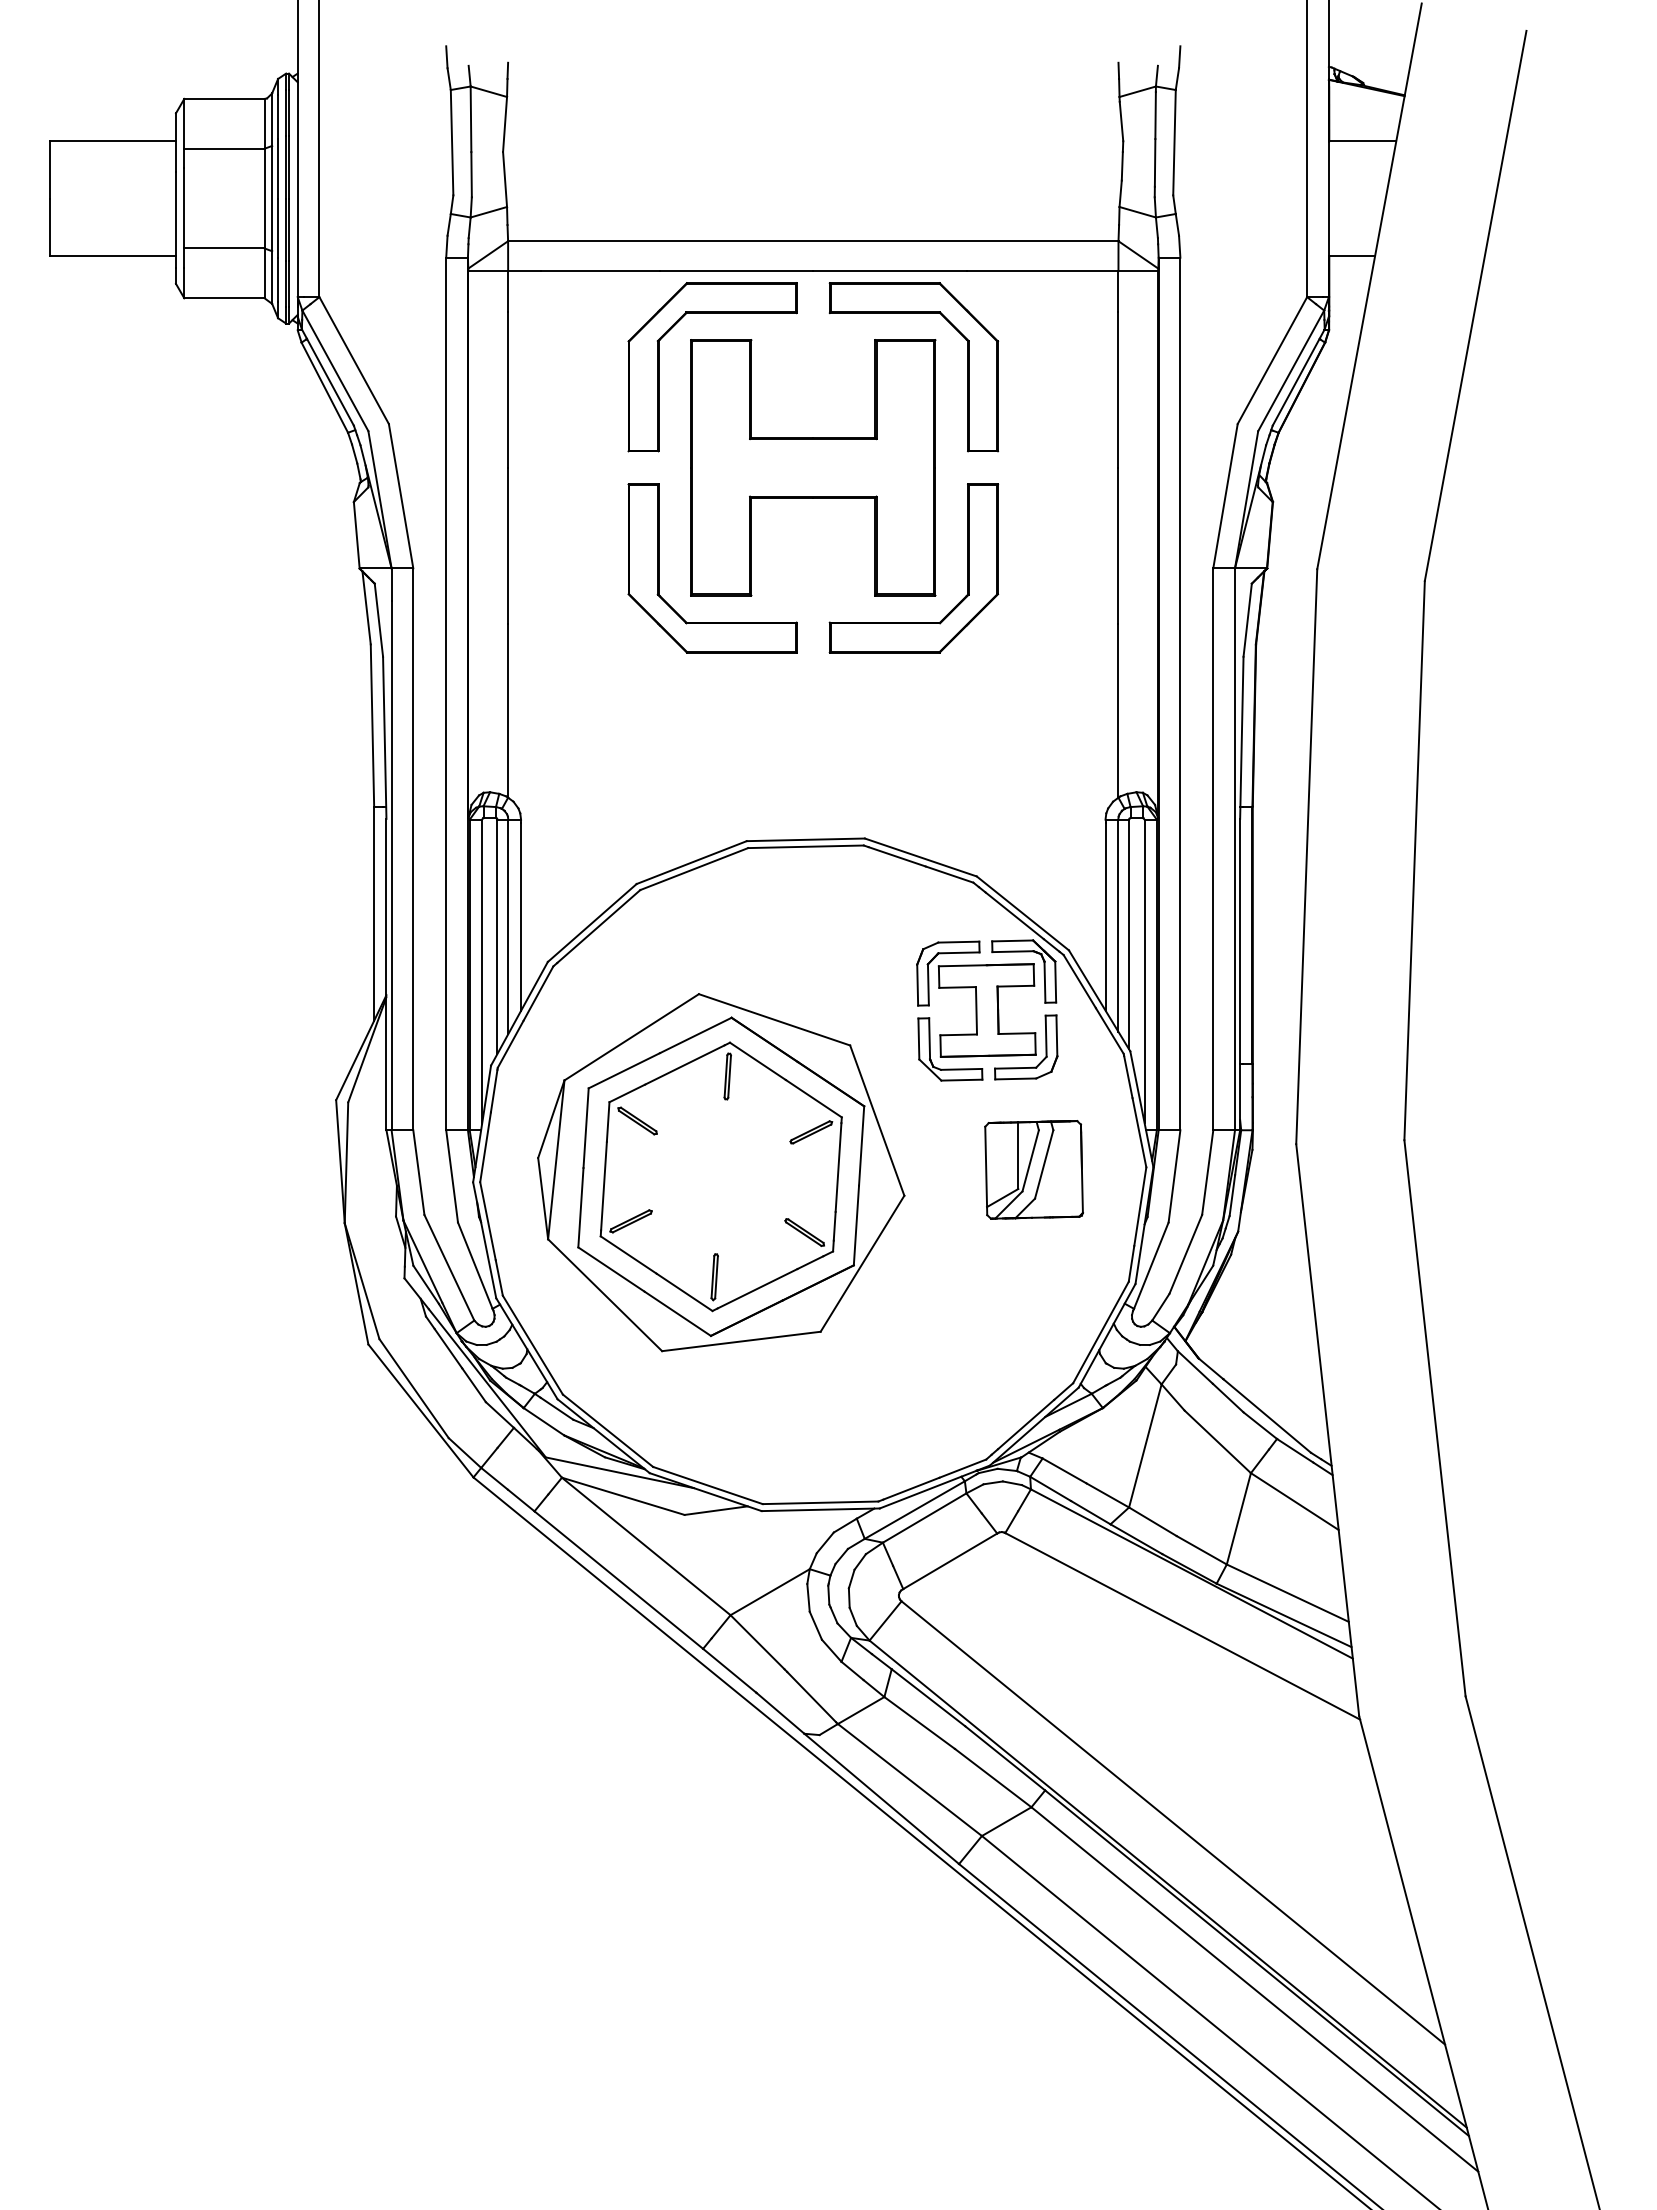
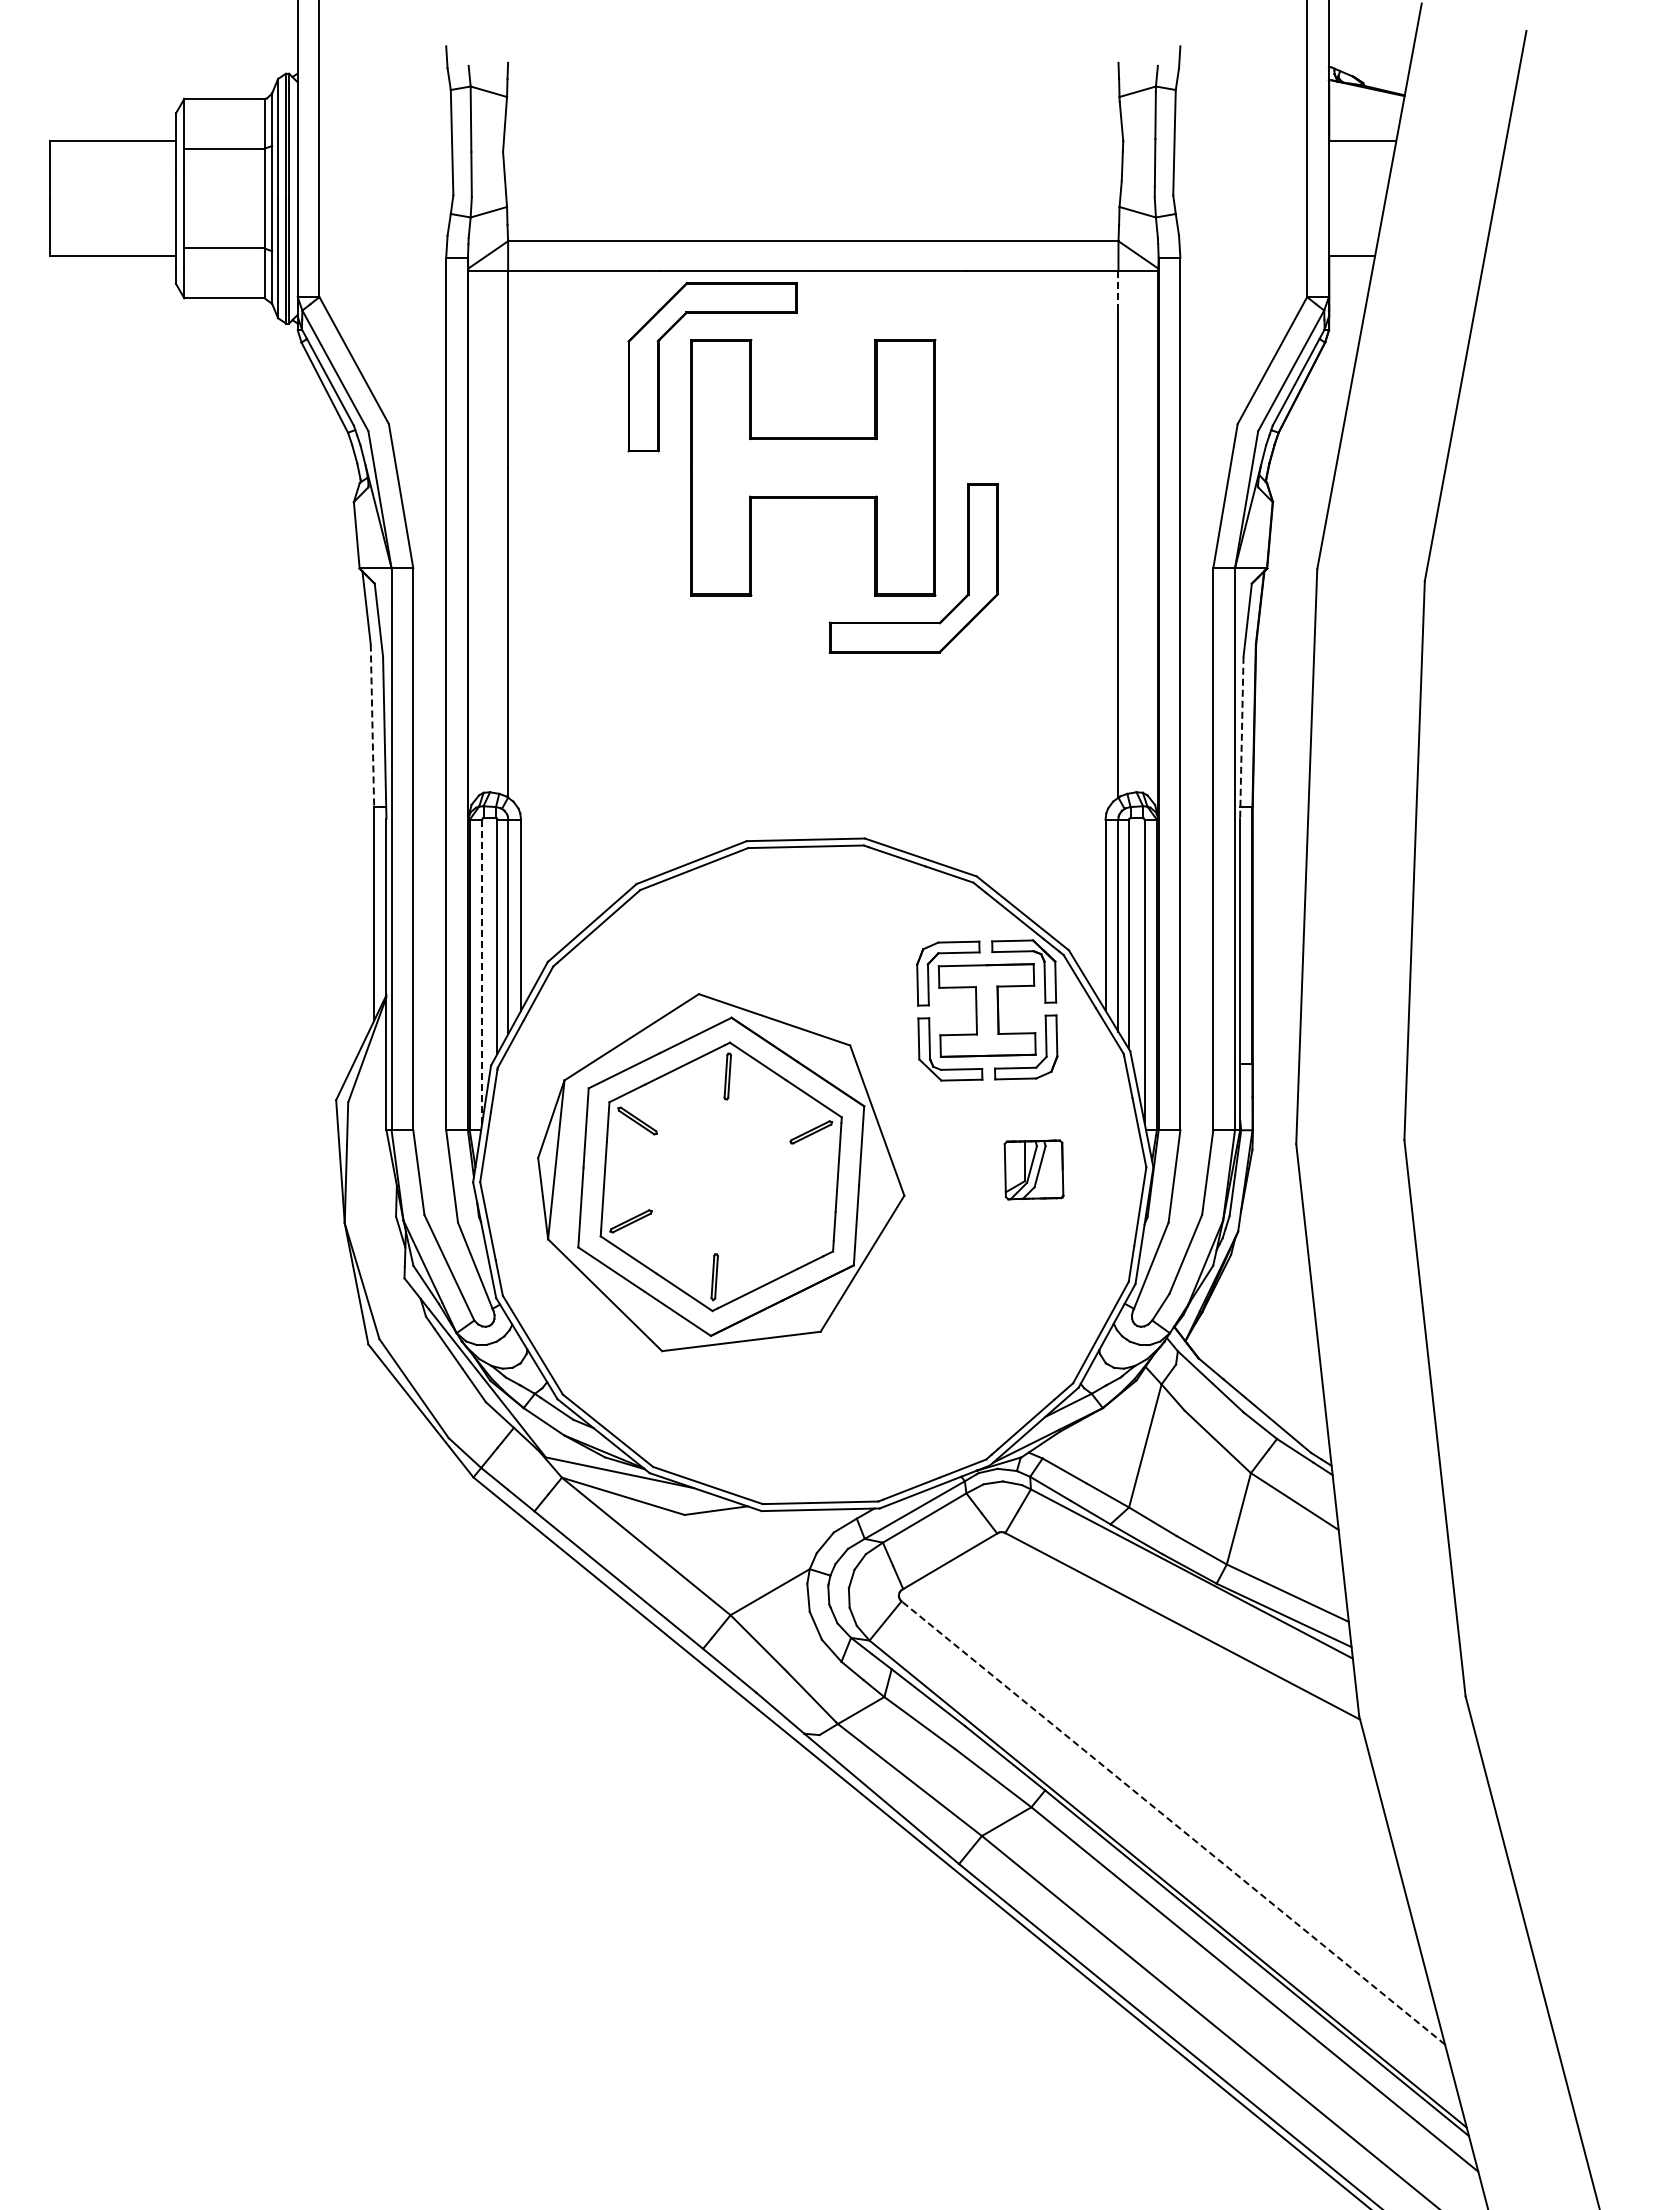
line at (1118, 291): solid -> dashed
part at (913, 313): present -> none
part at (659, 568): present -> none
line at (372, 726): solid -> dashed
line at (1241, 738): solid -> dashed
line at (482, 972): solid -> dashed
part at (1033, 1169) size: 100x100 px -> 62x62 px
part at (804, 1232): present -> none
line at (1173, 1822): solid -> dashed
